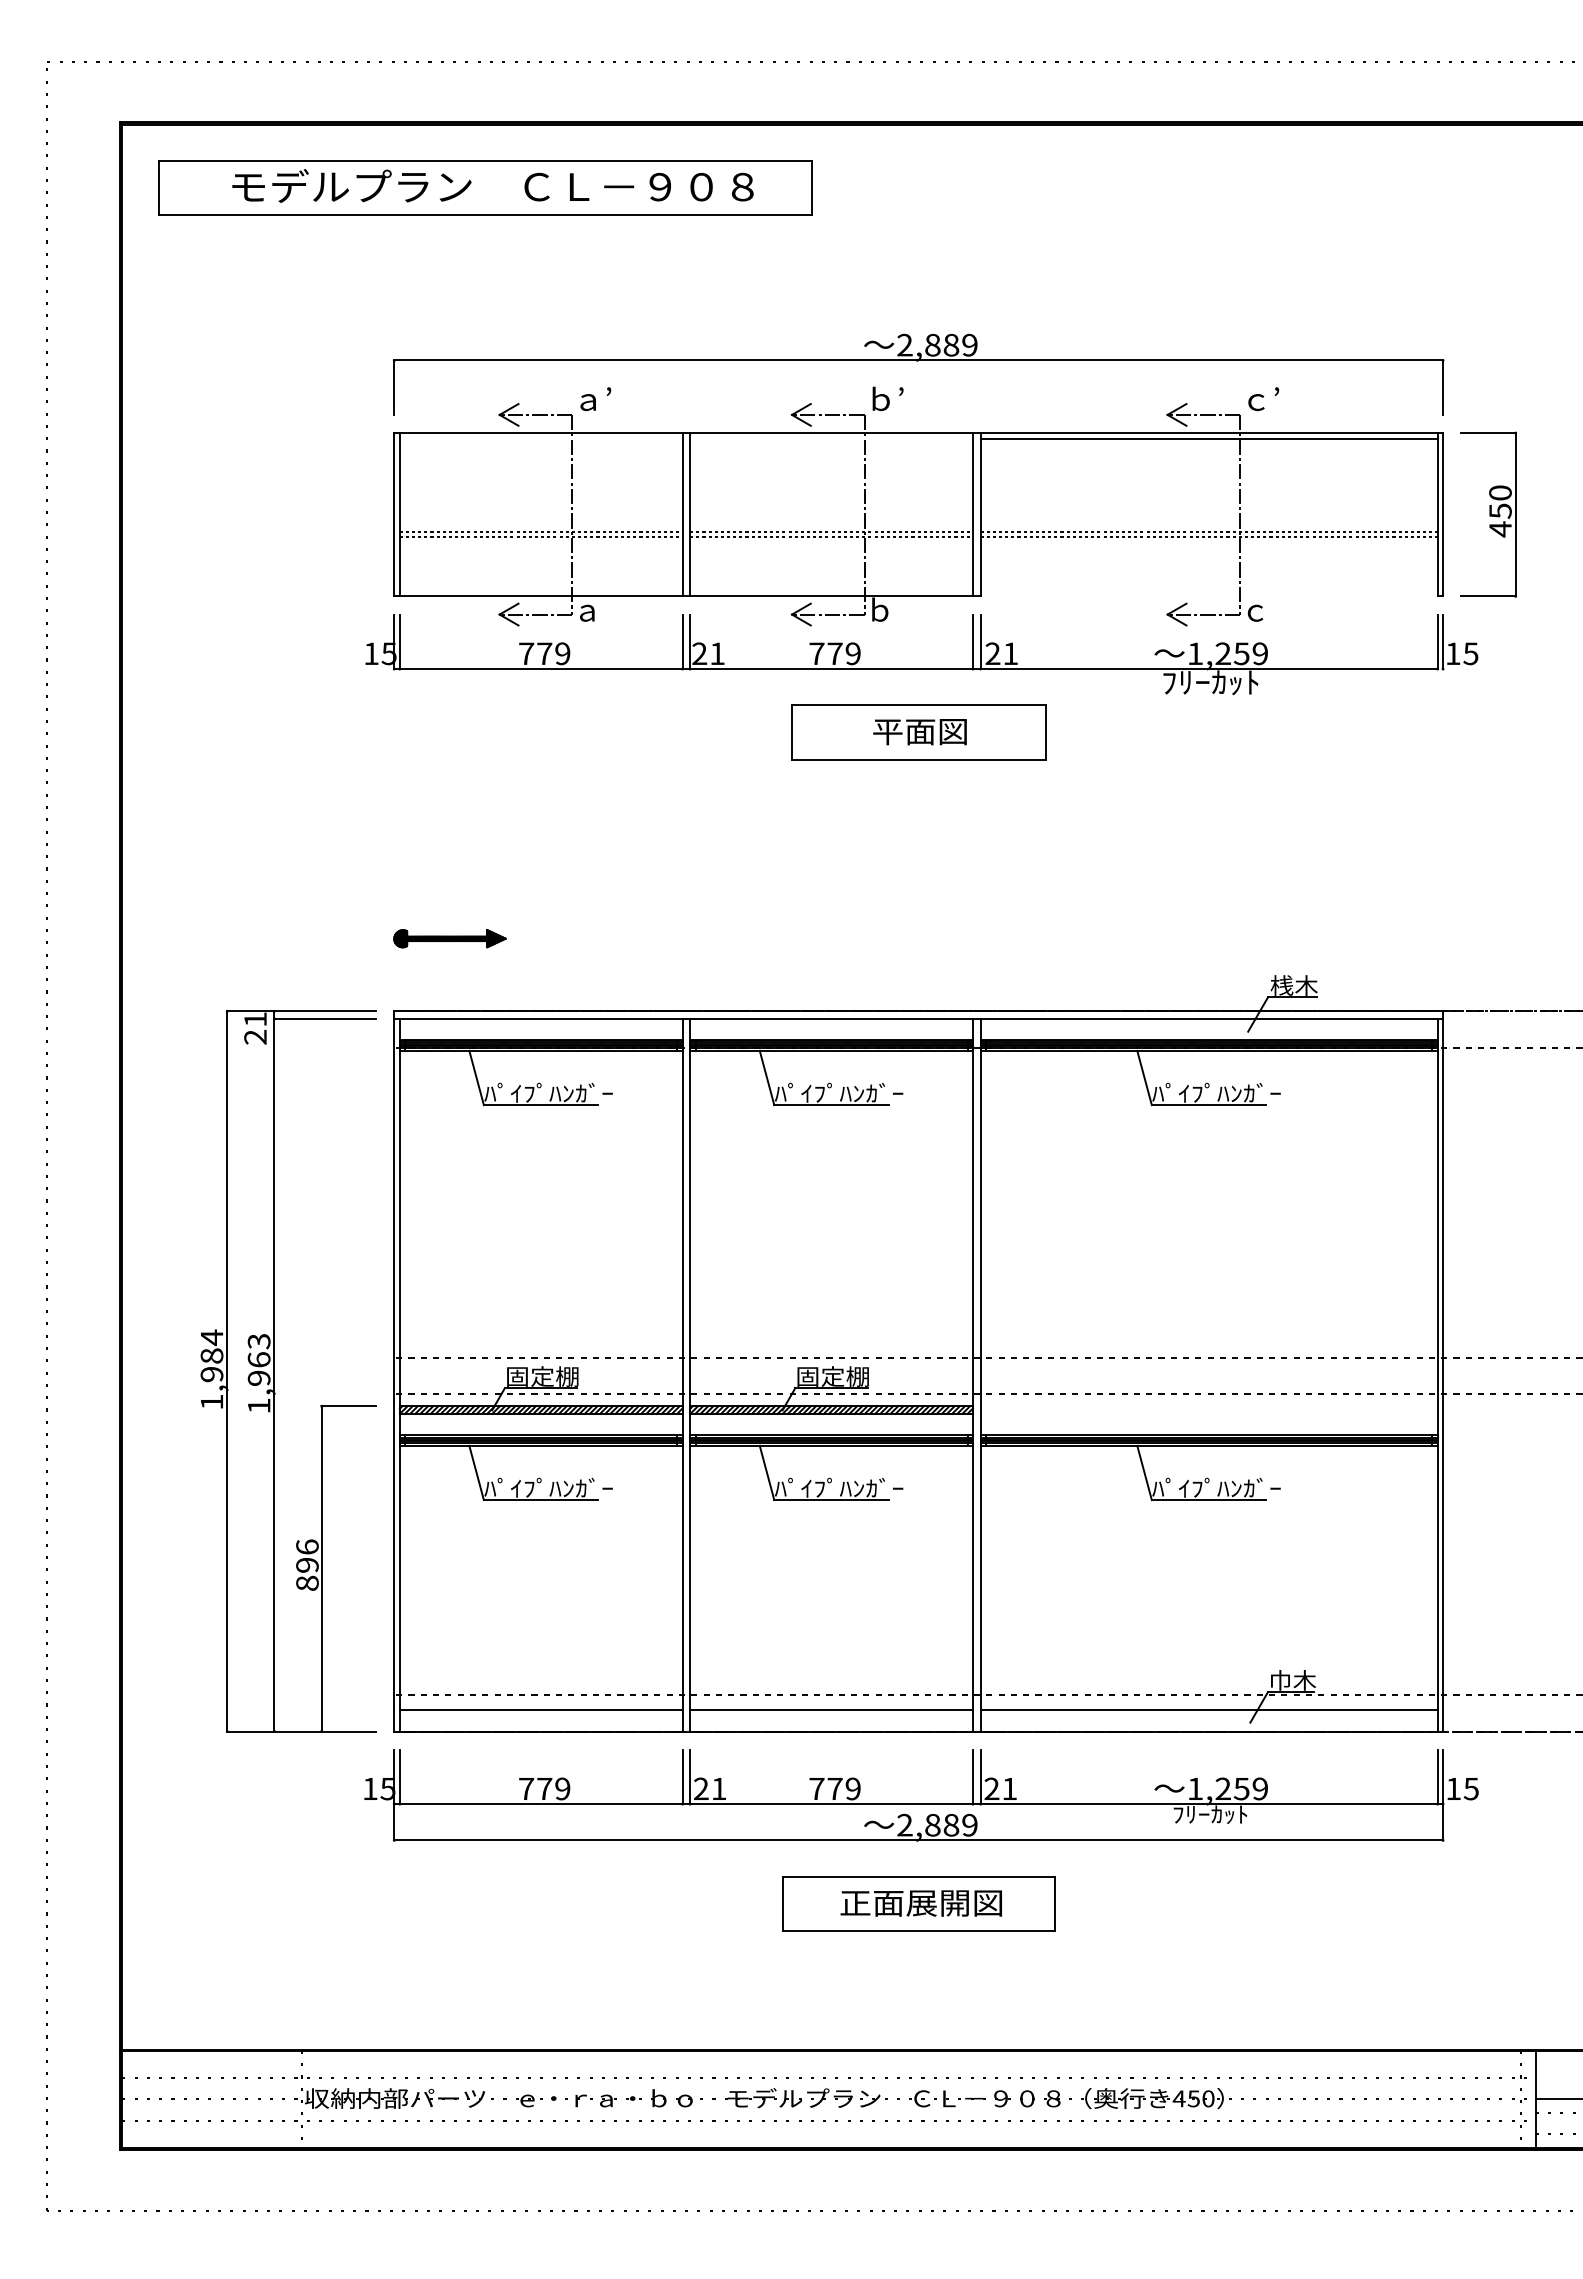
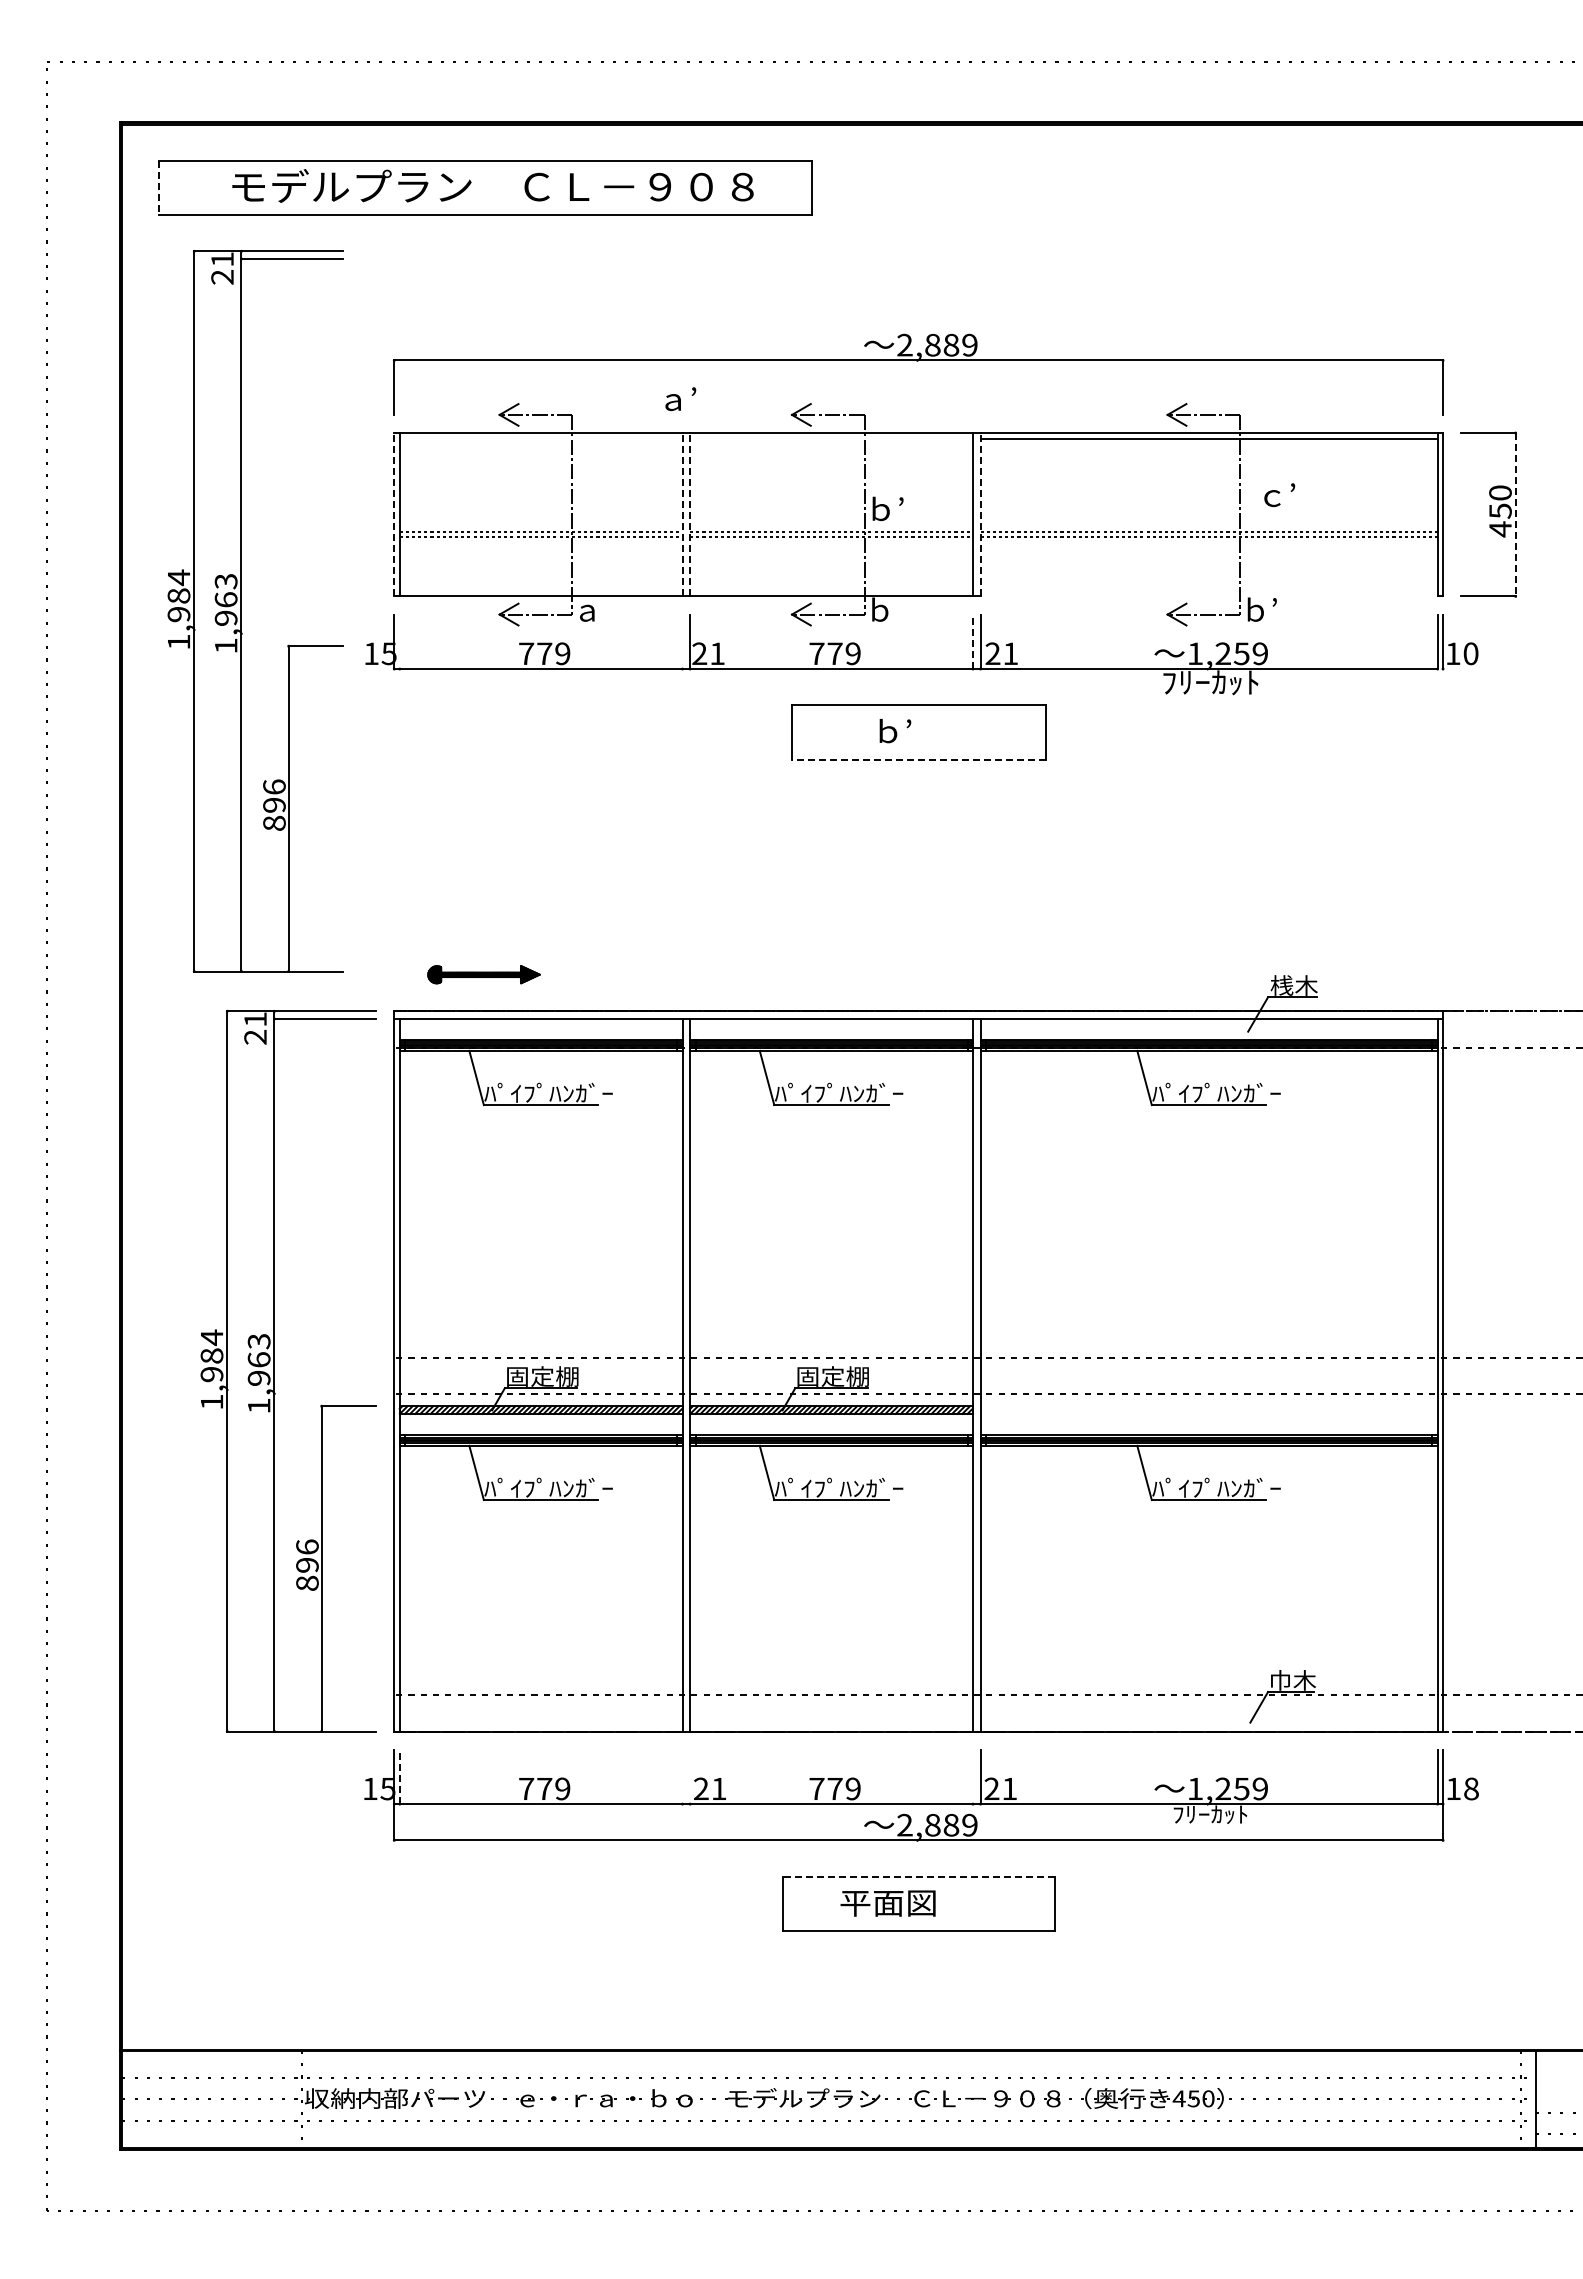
line at (158, 188): solid -> dashed
text at (887, 398) position: (887, 398) -> (887, 508)
text at (595, 399) position: (595, 399) -> (680, 399)
text at (1263, 399) position: (1263, 399) -> (1279, 495)
line at (394, 514): solid -> dashed
line at (682, 514): solid -> dashed
line at (690, 514): solid -> dashed
line at (980, 514): solid -> dashed
line at (1515, 514): solid -> dashed
text at (1261, 609): ｃ -> ｂ’
part at (241, 610): none -> present
line at (399, 641): present -> none
line at (682, 641): present -> none
line at (972, 641): solid -> dashed
text at (1470, 653): 15 -> 10
text at (919, 732): 平面図 -> ｂ’
line at (918, 759): solid -> dashed
part at (449, 938) position: (449, 938) -> (483, 974)
line at (540, 1709): present -> none
line at (831, 1709): present -> none
line at (1208, 1709): present -> none
line at (399, 1776): solid -> dashed
line at (682, 1776): present -> none
line at (690, 1776): present -> none
line at (972, 1776): present -> none
text at (1470, 1788): 15 -> 18
line at (918, 1876): solid -> dashed
text at (920, 1903): 正面展開図 -> 平面図
line at (1557, 2099): present -> none
